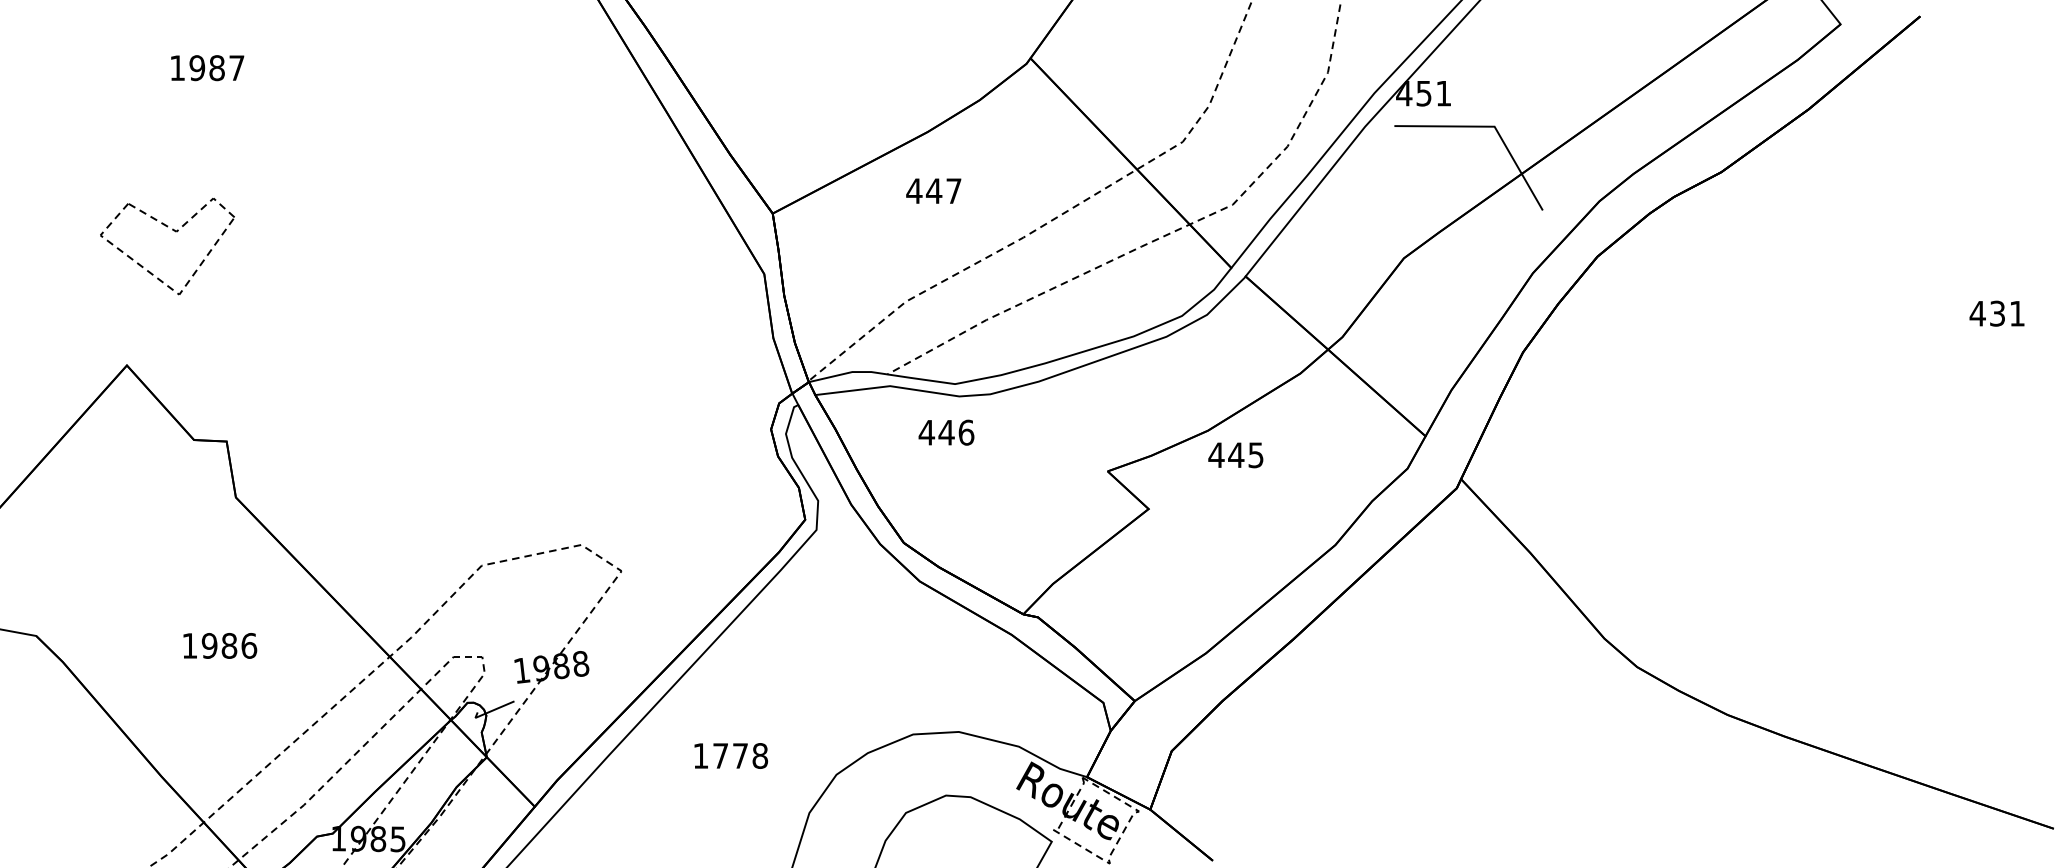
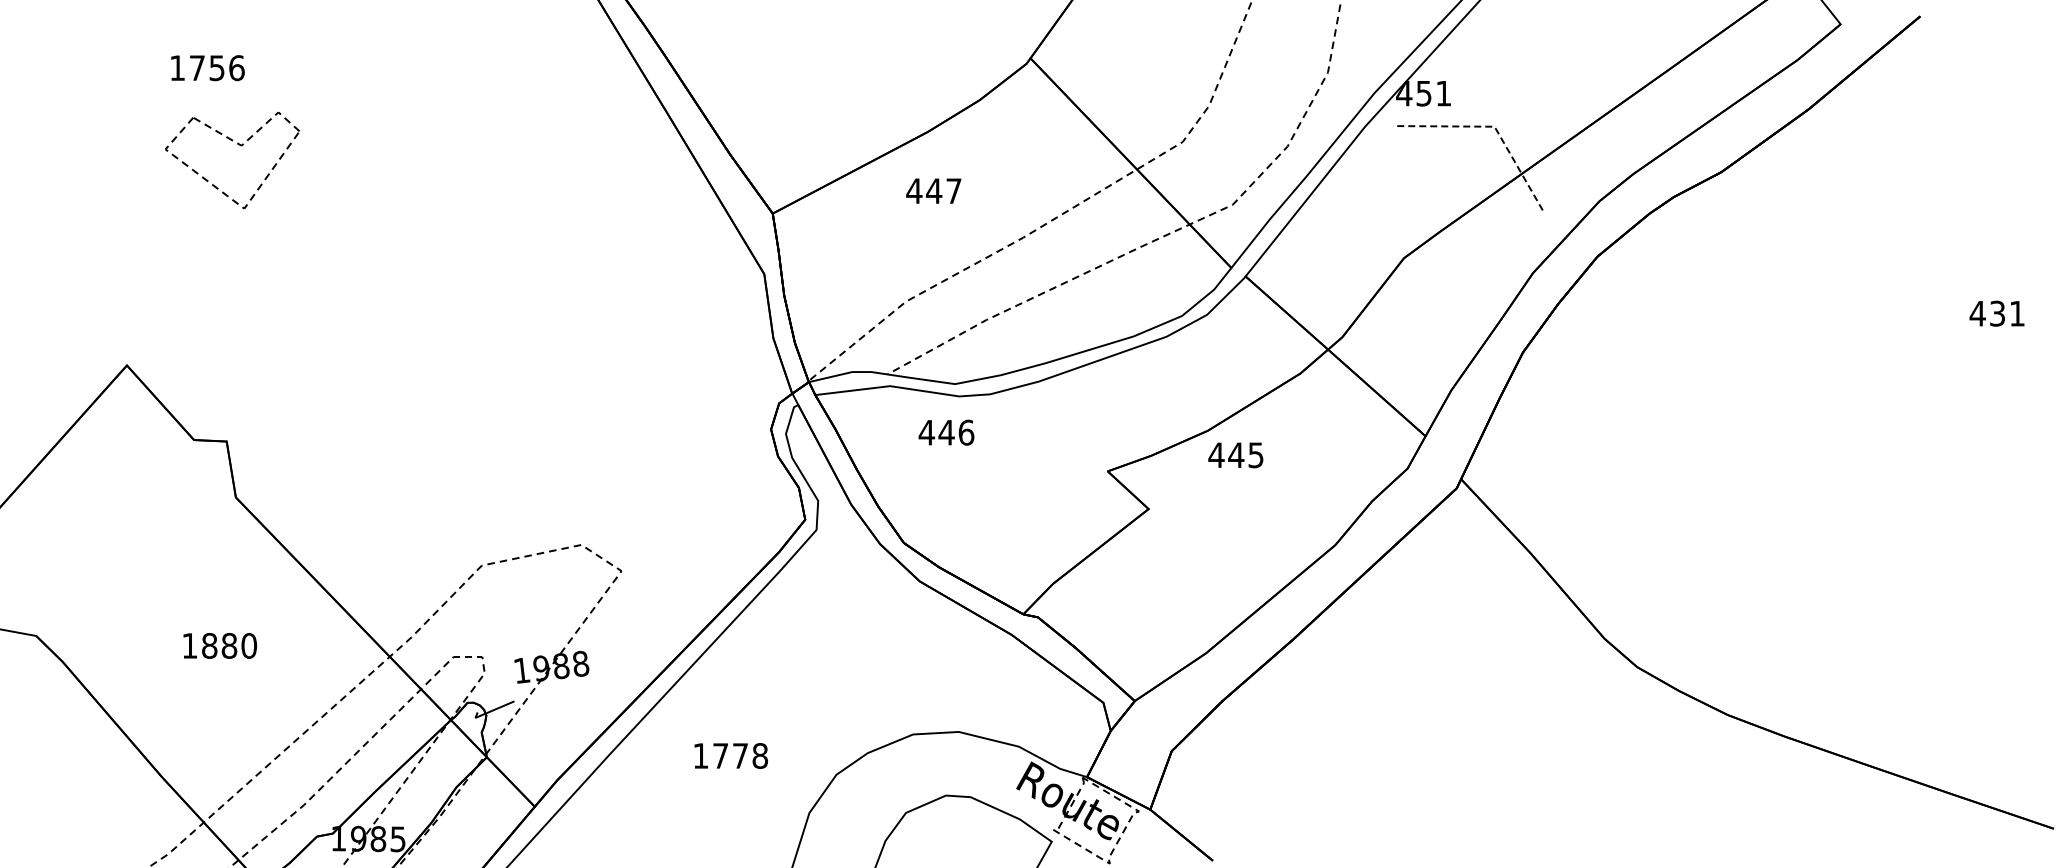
text at (216, 68): 1987 -> 1756
line at (1492, 126): solid -> dashed
part at (175, 232) position: (175, 232) -> (240, 146)
text at (229, 645): 1986 -> 1880
